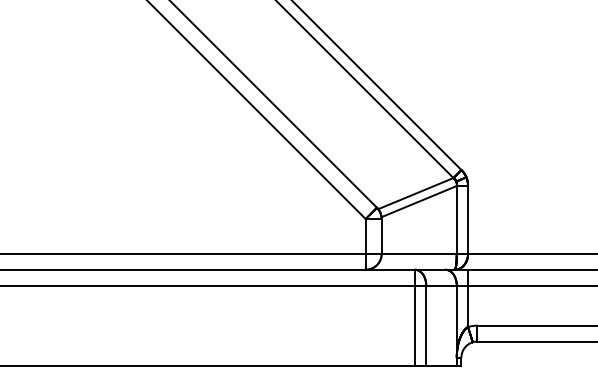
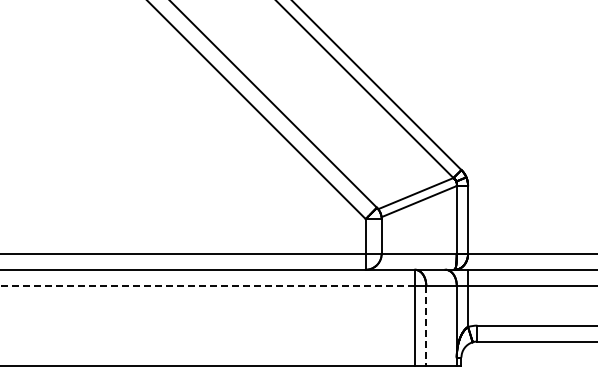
line at (207, 285): solid -> dashed
line at (426, 325): solid -> dashed
